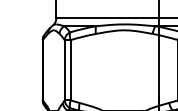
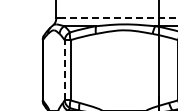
line at (118, 18): solid -> dashed
line at (64, 69): solid -> dashed
